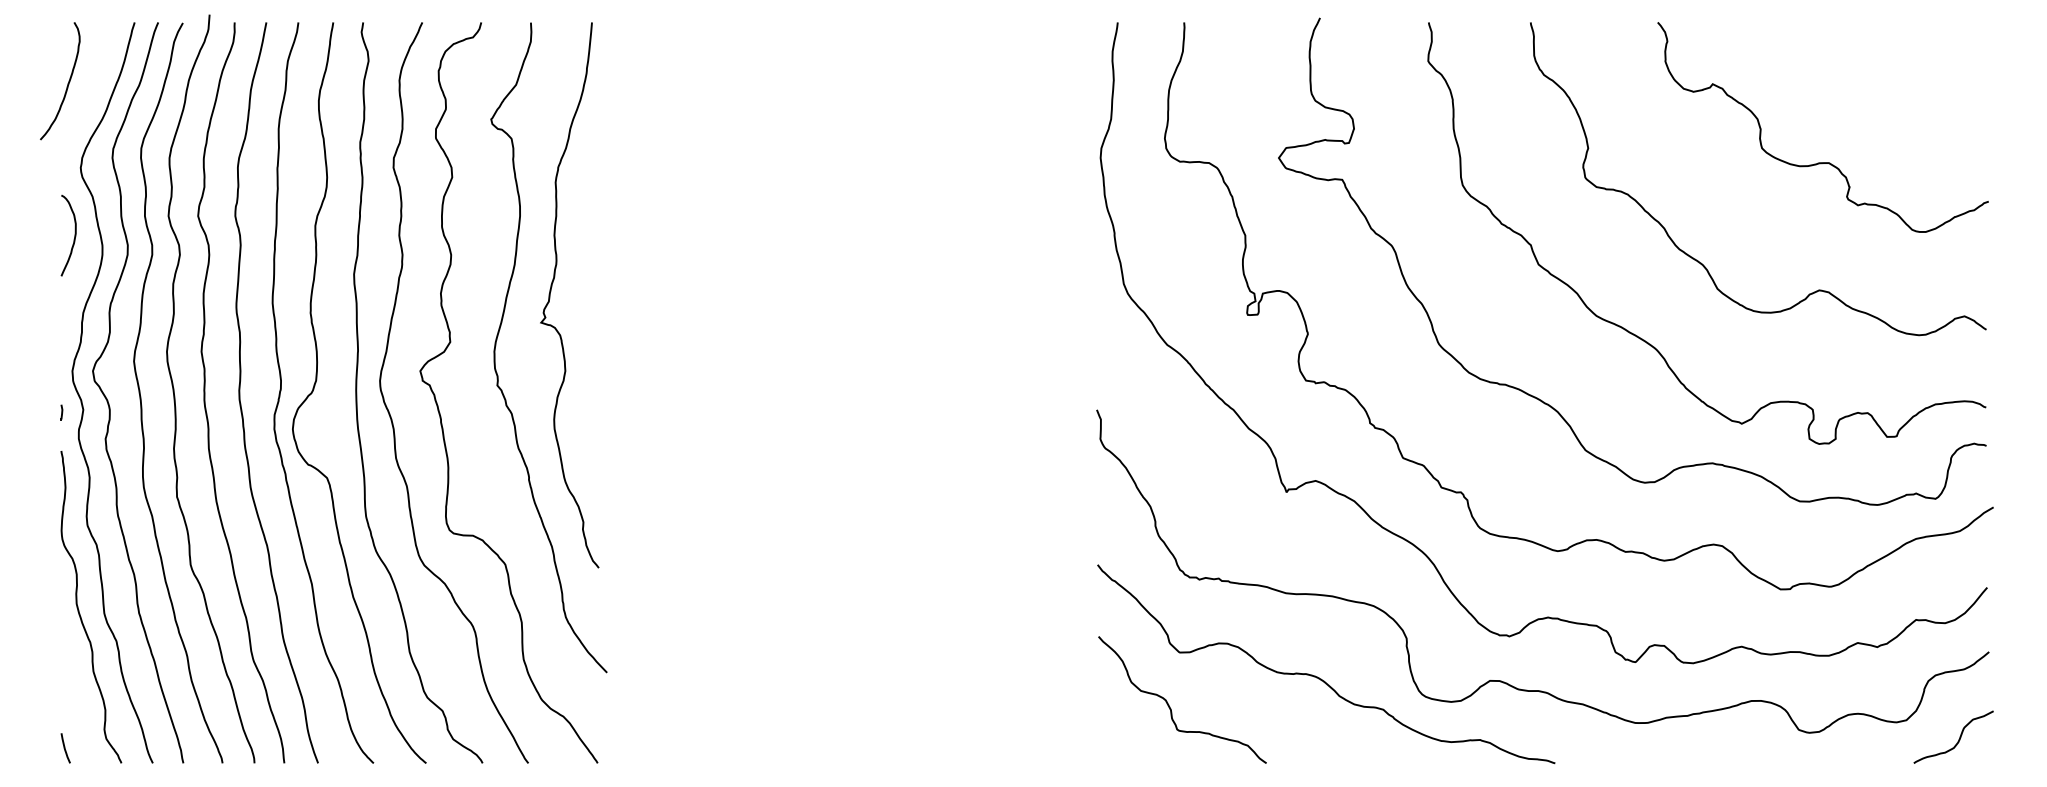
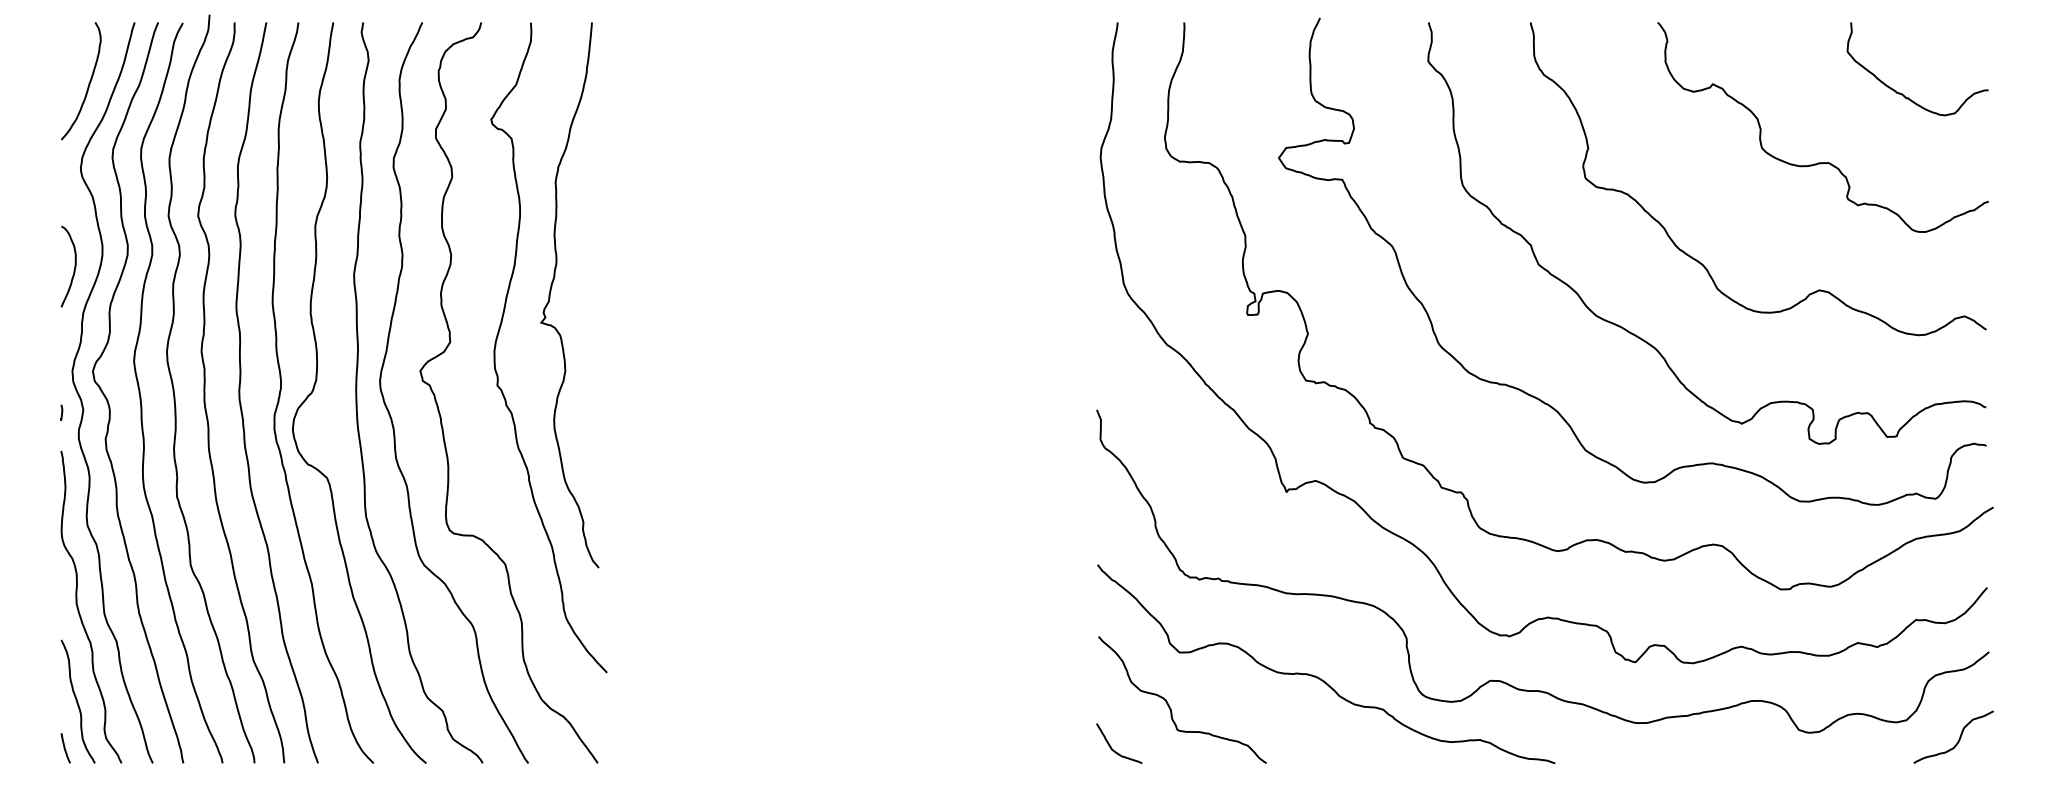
curve at (67, 83) position: (67, 83) -> (88, 83)
curve at (1902, 93): none -> present
curve at (74, 235) position: (74, 235) -> (74, 266)
curve at (77, 701): none -> present
curve at (1113, 749): none -> present
